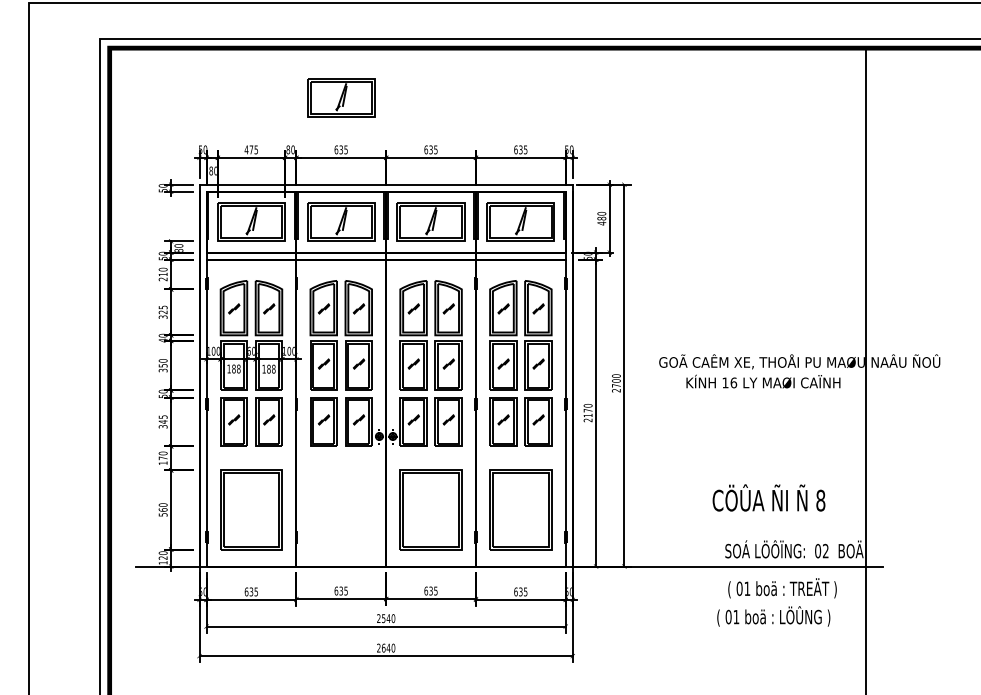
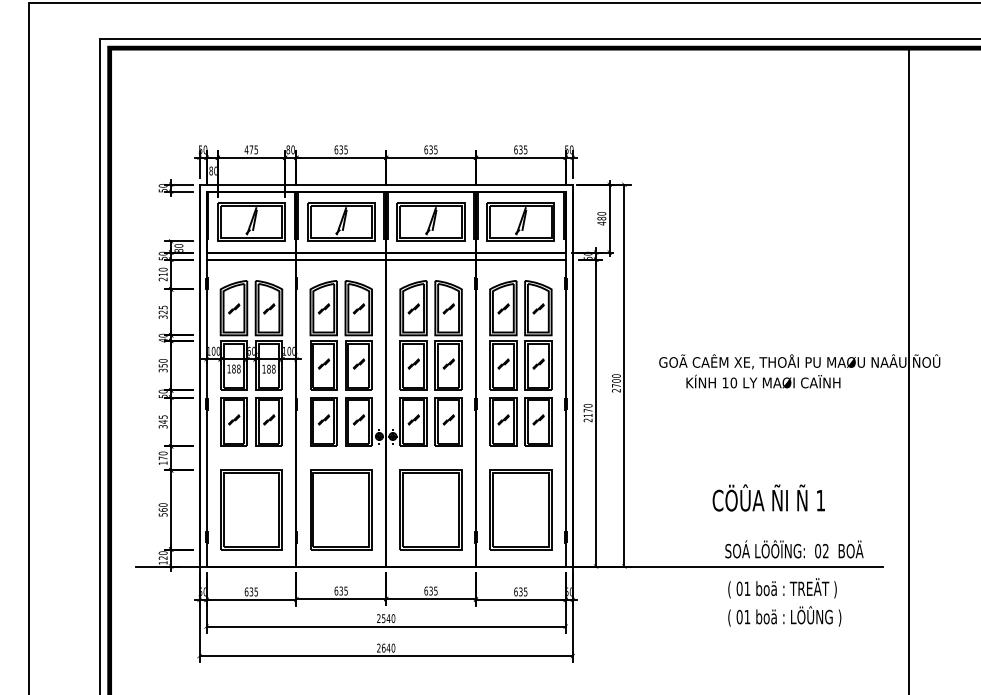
part at (341, 97): present -> none
line at (866, 369) position: (866, 369) -> (909, 369)
text at (733, 382): 16 -> 10
text at (820, 500): 8 -> 1
part at (341, 509): none -> present
text at (773, 616) position: (773, 616) -> (784, 616)
